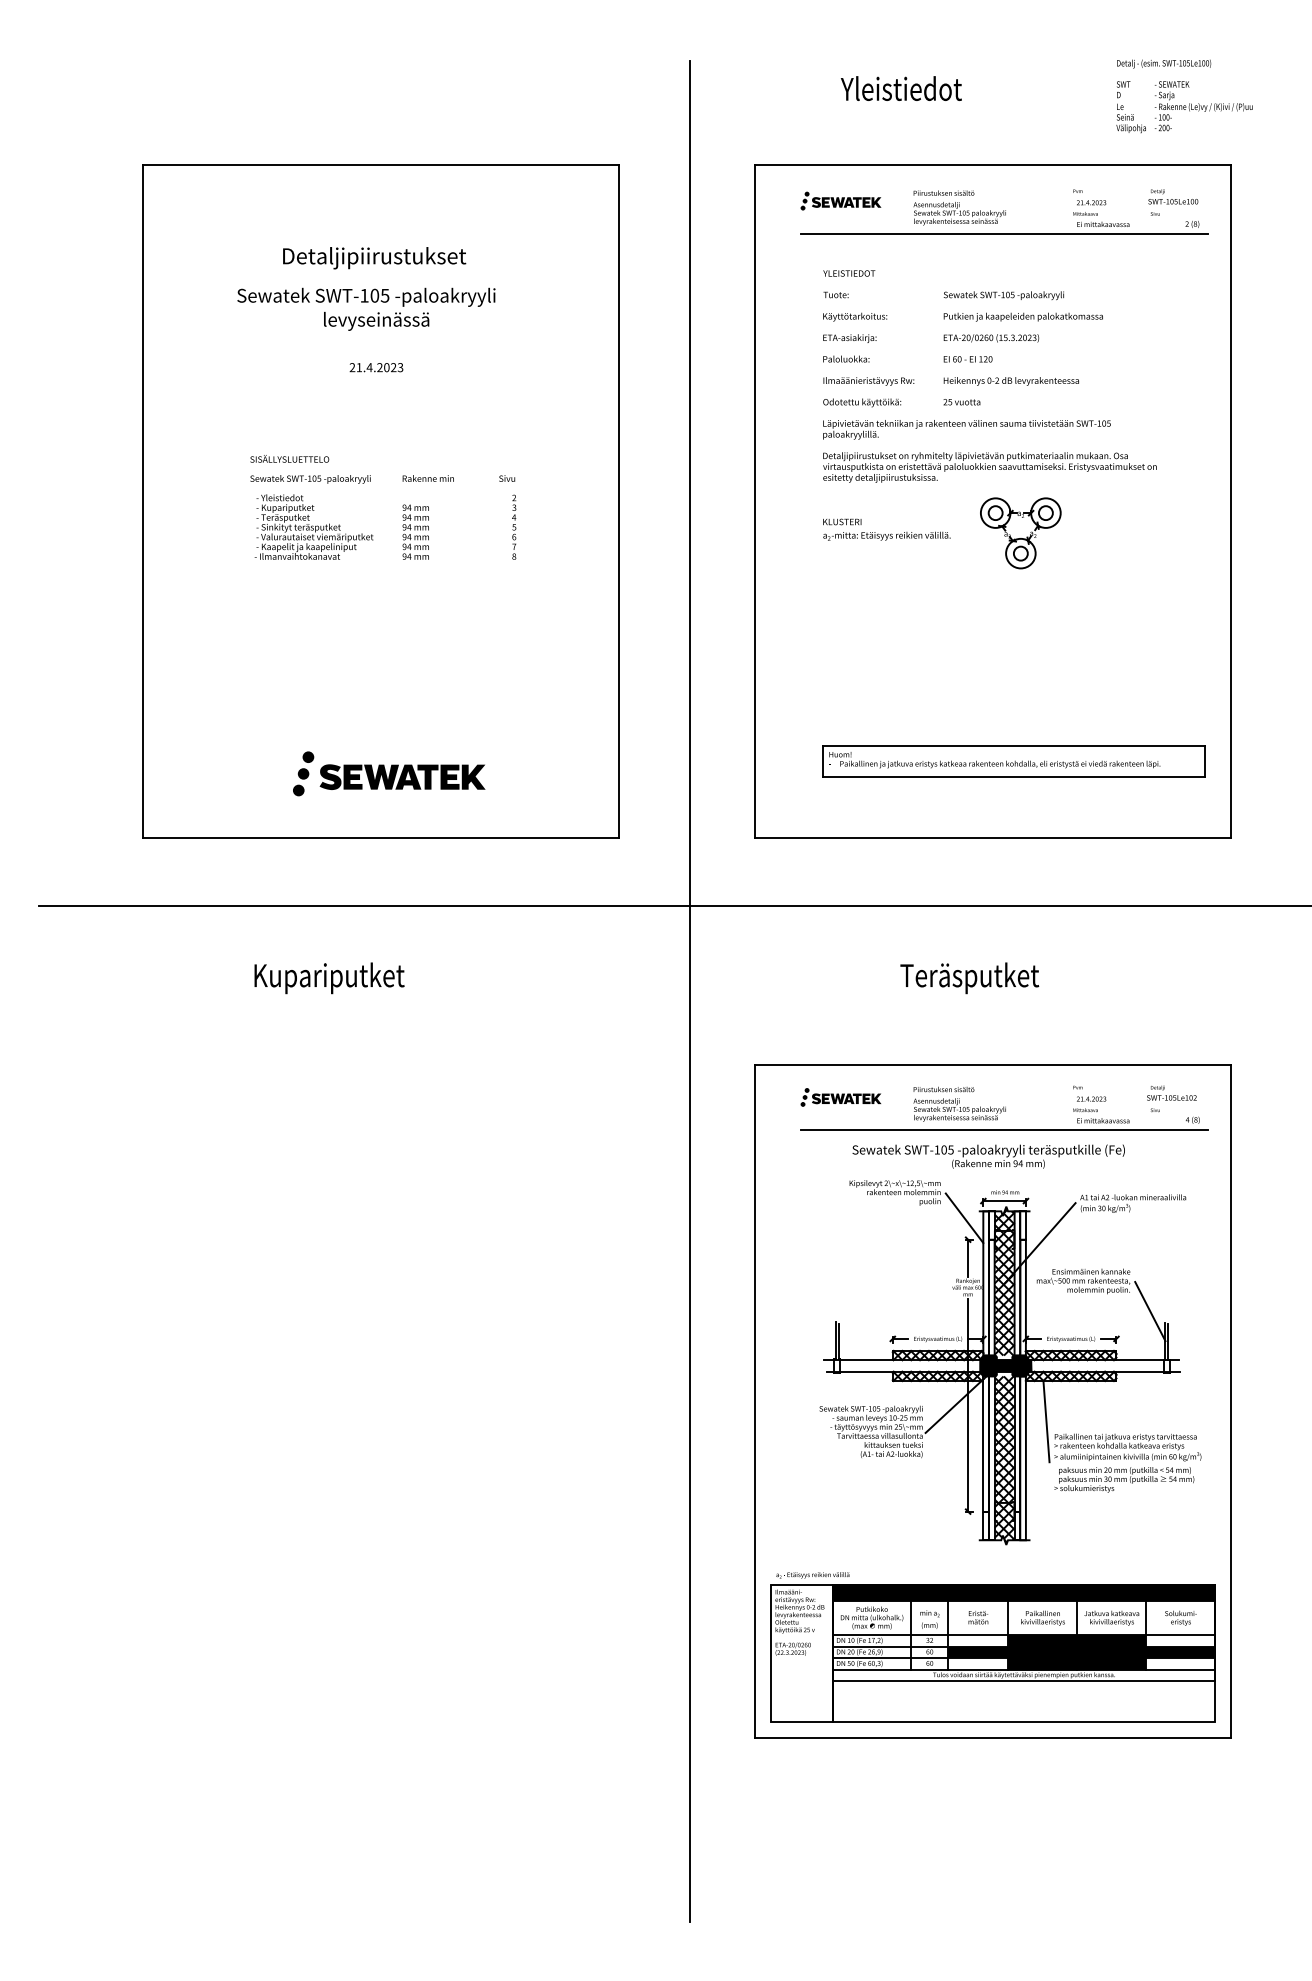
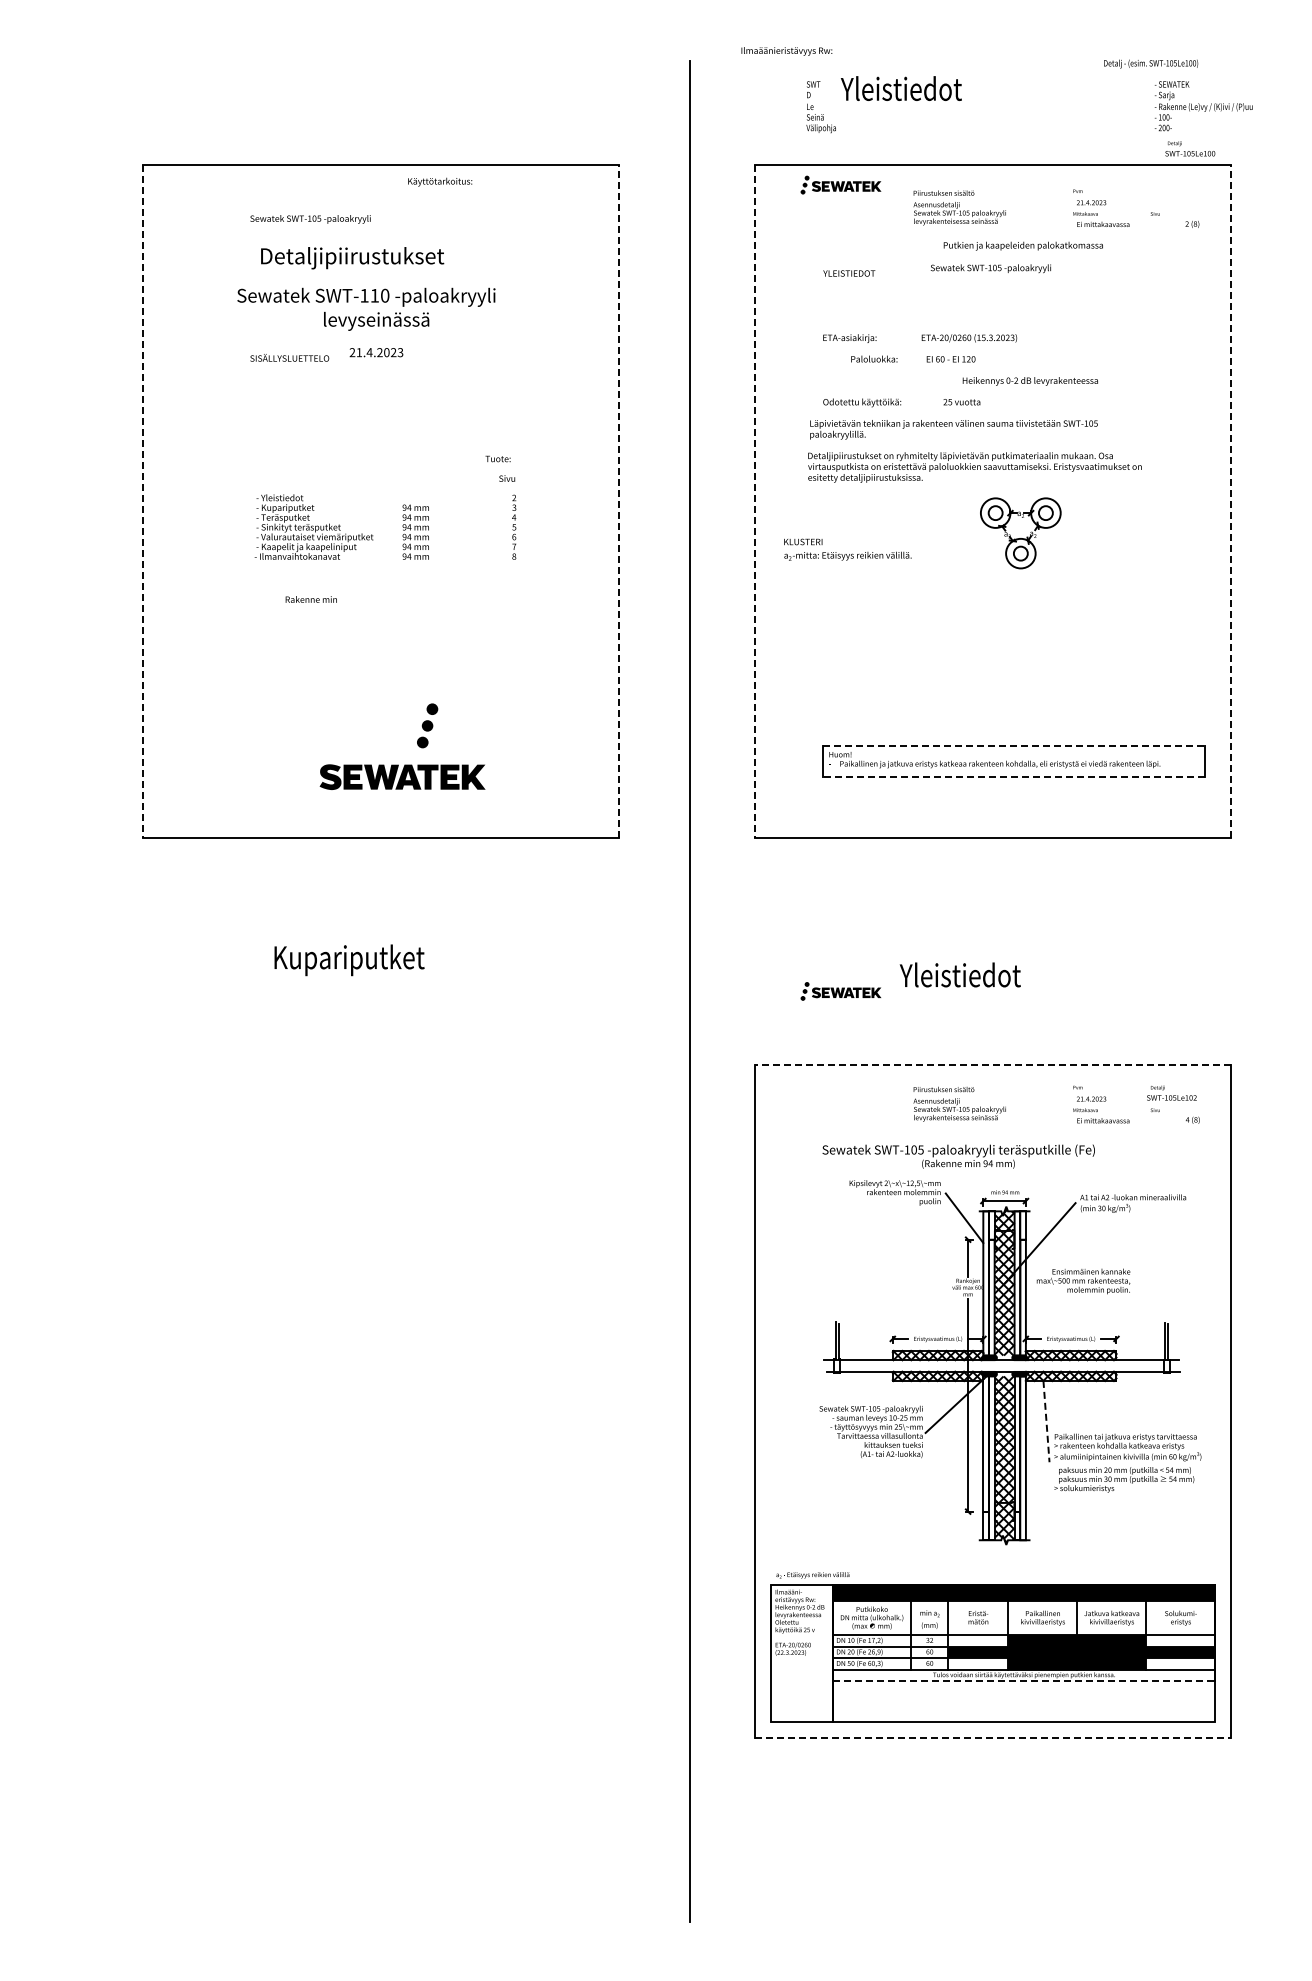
text at (1164, 63) position: (1164, 63) -> (1151, 63)
text at (1130, 107) position: (1130, 107) -> (820, 107)
text at (1173, 196) position: (1173, 196) -> (1190, 148)
part at (840, 200) position: (840, 200) -> (840, 184)
line at (1004, 233): present -> none
text at (374, 258) position: (374, 258) -> (352, 258)
text at (835, 294) position: (835, 294) -> (497, 458)
text at (379, 295): SWT-105 -> SWT-110
text at (1003, 295) position: (1003, 295) -> (990, 268)
text at (855, 316) position: (855, 316) -> (440, 181)
text at (1022, 316) position: (1022, 316) -> (1022, 245)
text at (991, 338) position: (991, 338) -> (969, 338)
text at (846, 358) position: (846, 358) -> (874, 358)
text at (967, 359) position: (967, 359) -> (950, 359)
text at (376, 367) position: (376, 367) -> (376, 352)
text at (868, 381) position: (868, 381) -> (786, 51)
text at (1010, 381) position: (1010, 381) -> (1029, 381)
text at (966, 429) position: (966, 429) -> (953, 429)
text at (289, 458) position: (289, 458) -> (289, 357)
text at (989, 467) position: (989, 467) -> (974, 467)
text at (427, 478) position: (427, 478) -> (310, 599)
text at (310, 479) position: (310, 479) -> (310, 219)
line at (143, 501): solid -> dashed
line at (619, 501): solid -> dashed
line at (755, 501): solid -> dashed
line at (1231, 501): solid -> dashed
text at (886, 529) position: (886, 529) -> (847, 549)
line at (1013, 746): solid -> dashed
part at (303, 773) position: (303, 773) -> (427, 725)
line at (1013, 776): solid -> dashed
line at (673, 906): present -> none
text at (329, 978) position: (329, 978) -> (349, 960)
text at (969, 978): Teräsputket -> Yleistiedot
line at (993, 1064): solid -> dashed
part at (840, 1097) position: (840, 1097) -> (840, 991)
line at (1004, 1130): present -> none
text at (988, 1156) position: (988, 1156) -> (958, 1156)
line at (1150, 1311): present -> none
fill at (1005, 1365): present -> none
line at (1046, 1421): solid -> dashed
line at (1024, 1681): solid -> dashed
line at (993, 1737): solid -> dashed
